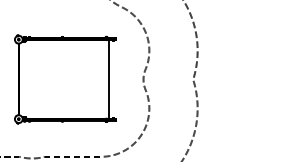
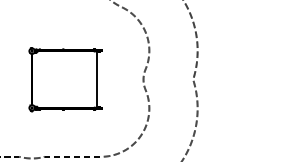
part at (65, 79) size: 103x91 px -> 75x66 px
